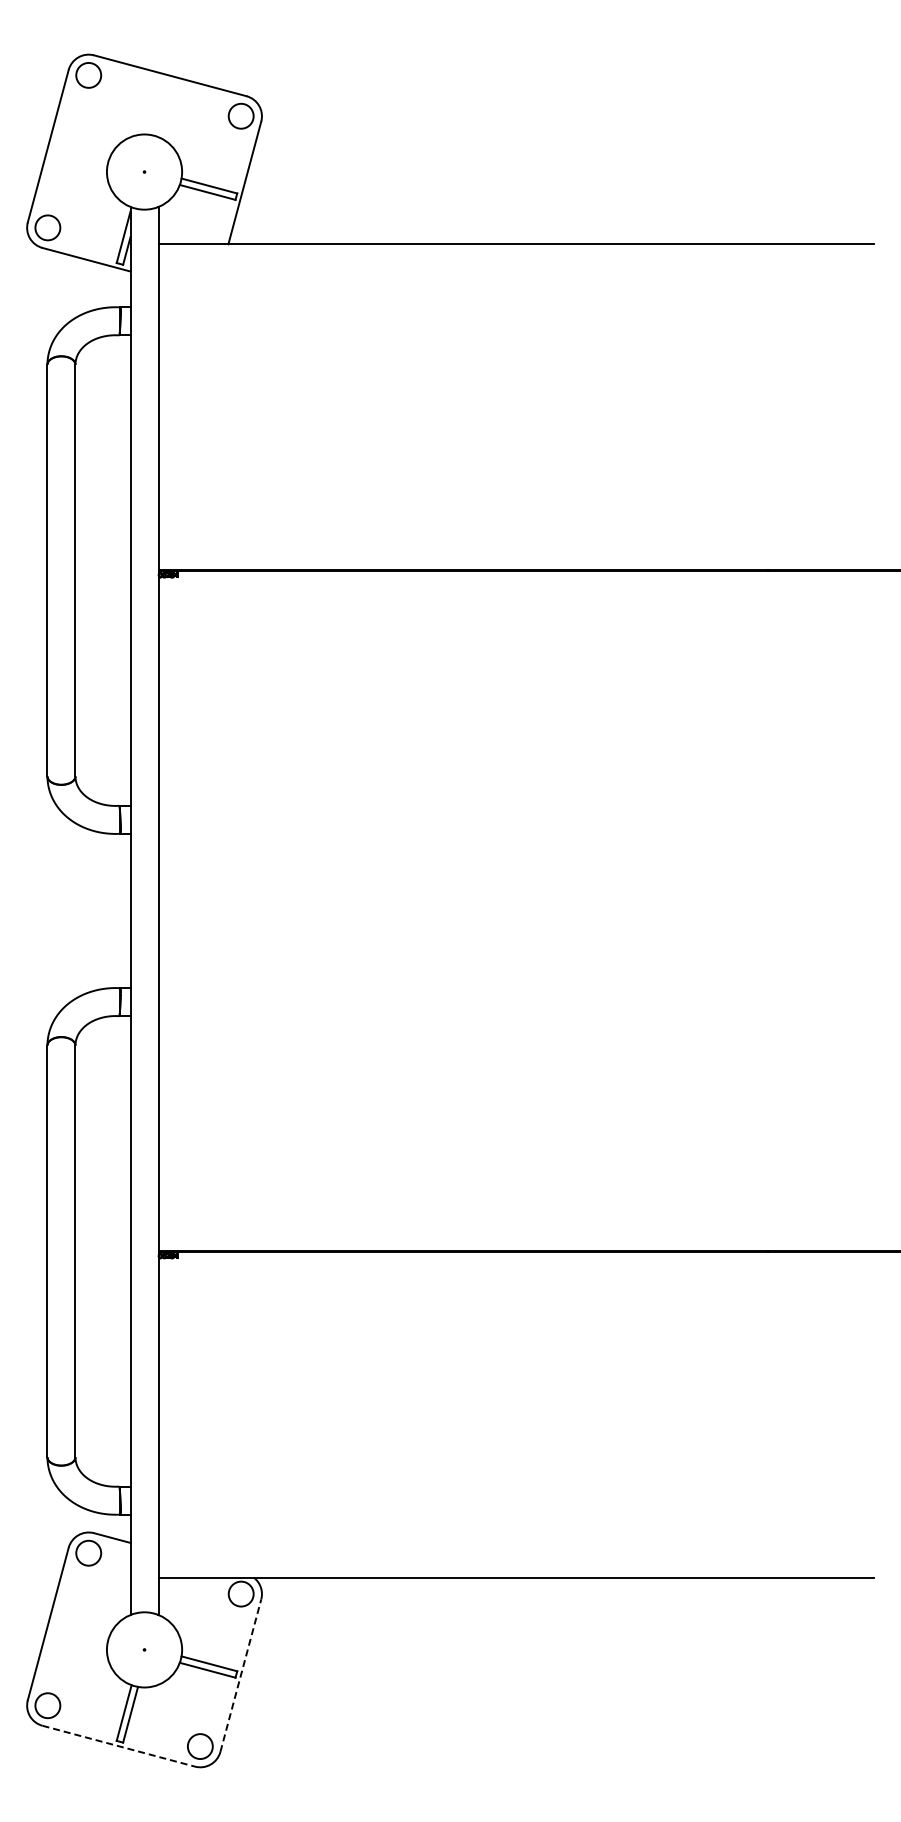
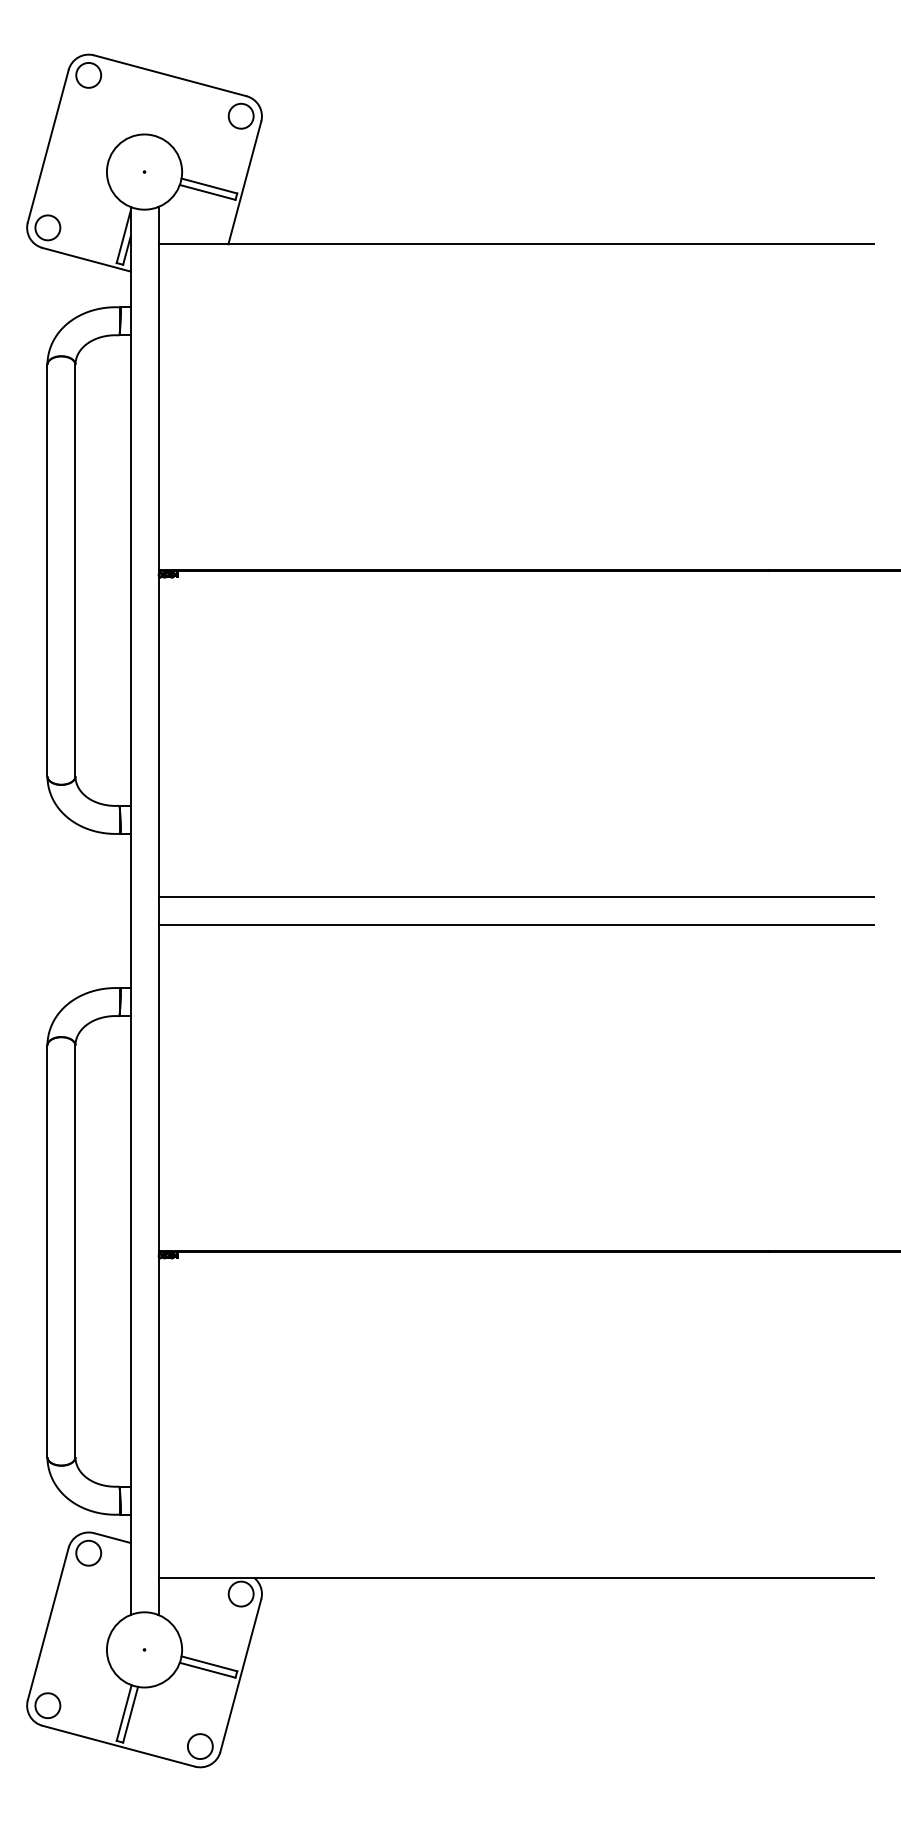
line at (515, 896): none -> present
line at (515, 925): none -> present
line at (240, 1675): dashed -> solid
line at (118, 1746): dashed -> solid
